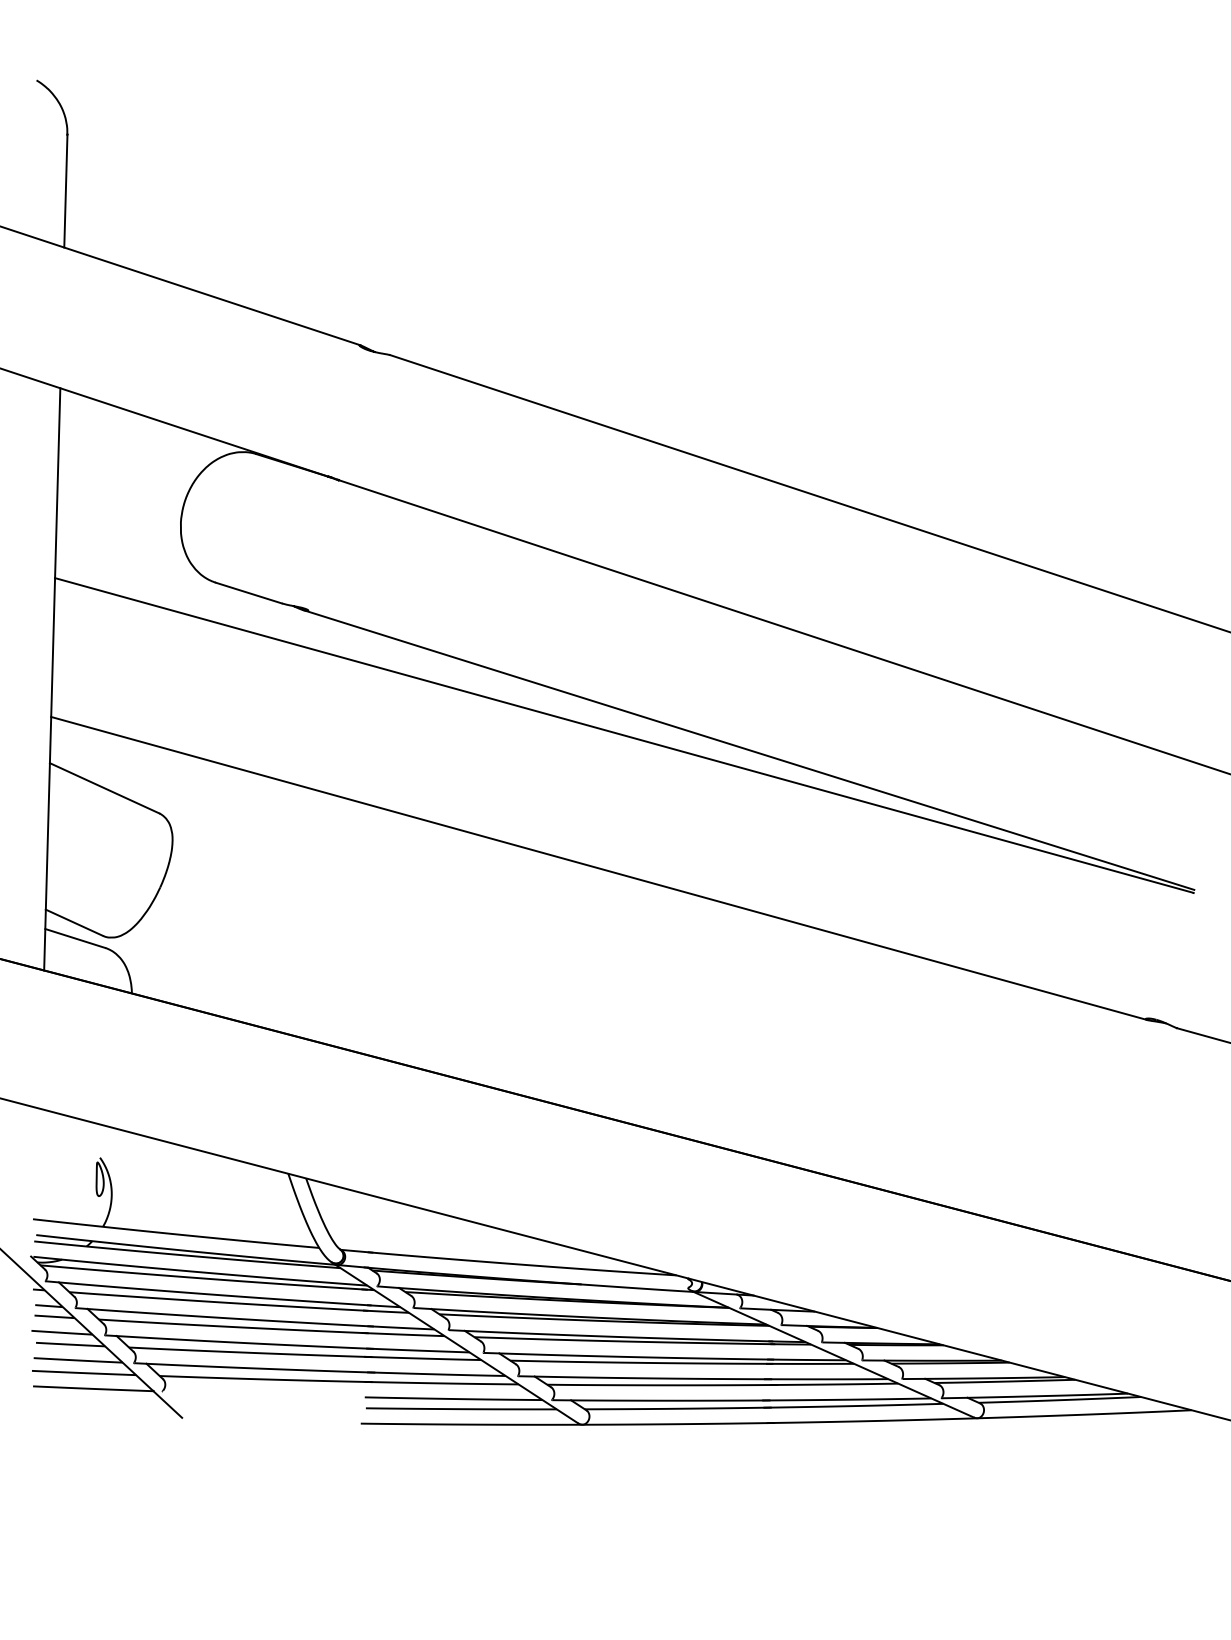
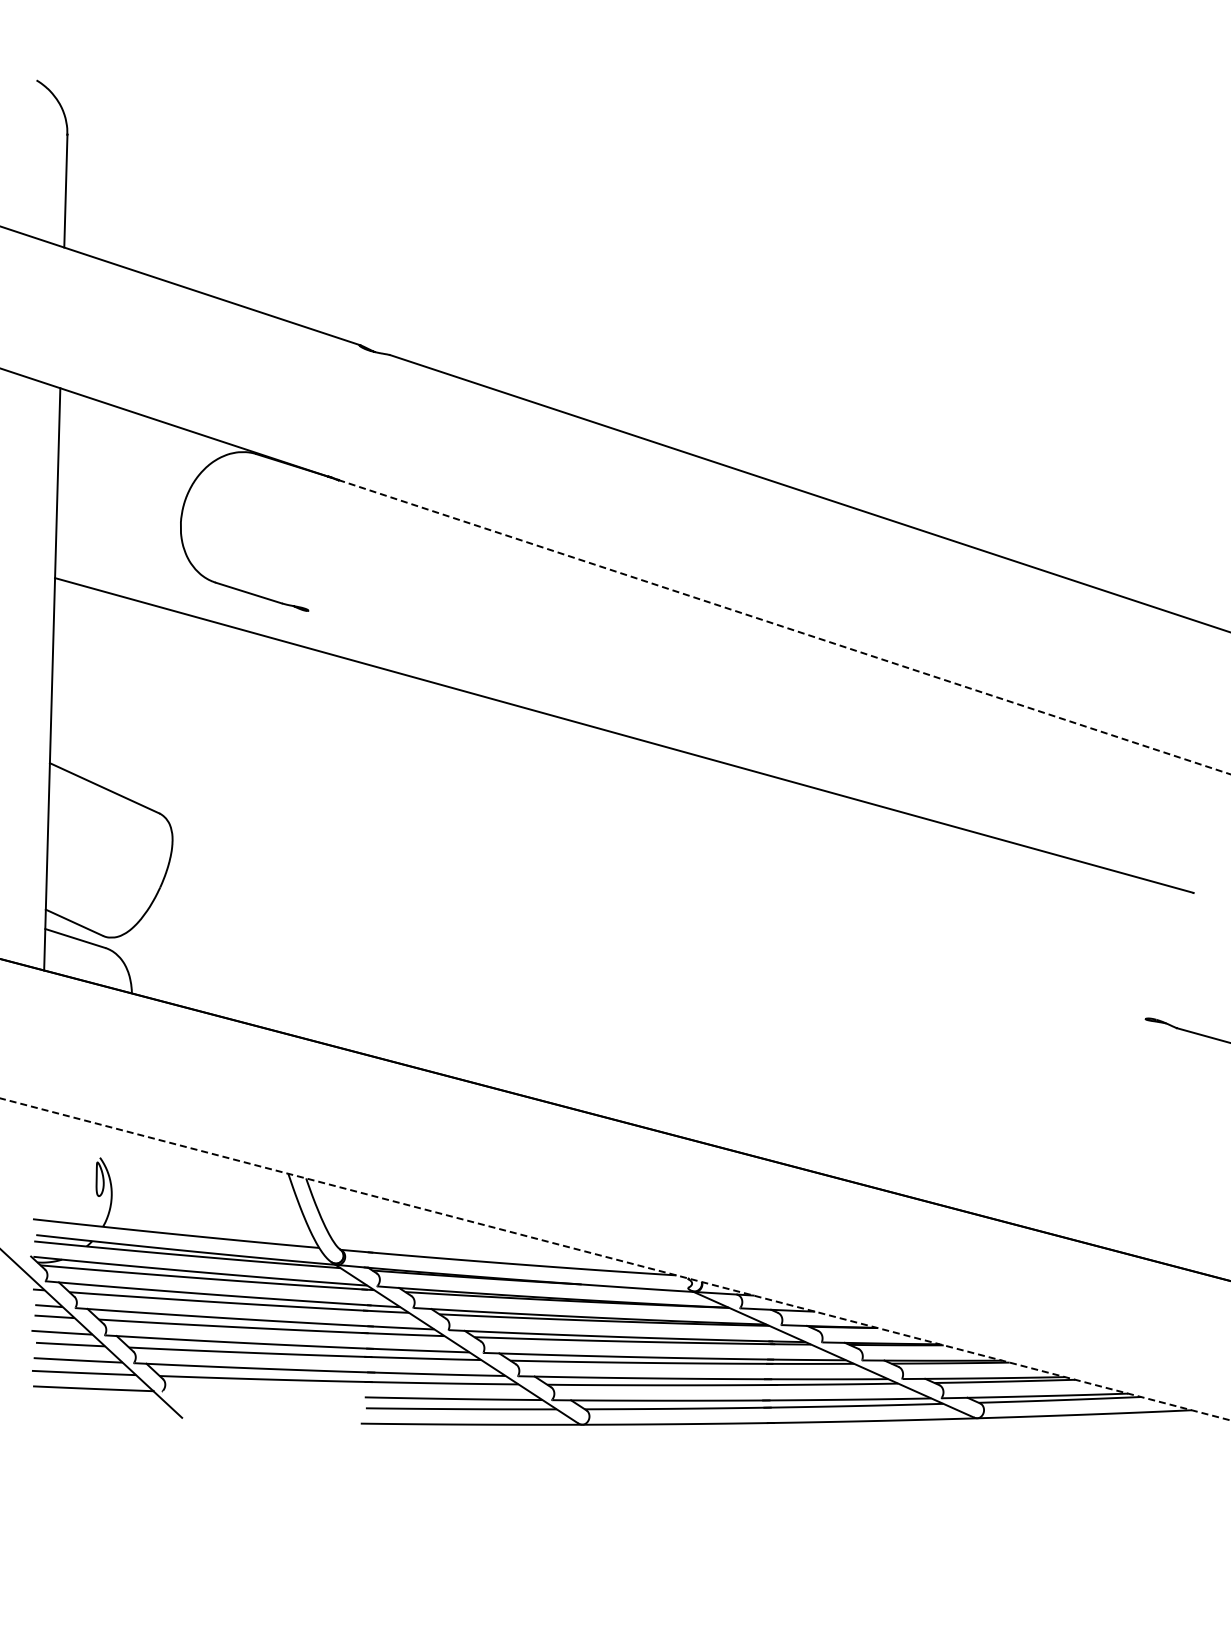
line at (784, 627): solid -> dashed
line at (748, 749): present -> none
line at (599, 868): present -> none
line at (616, 1259): solid -> dashed
